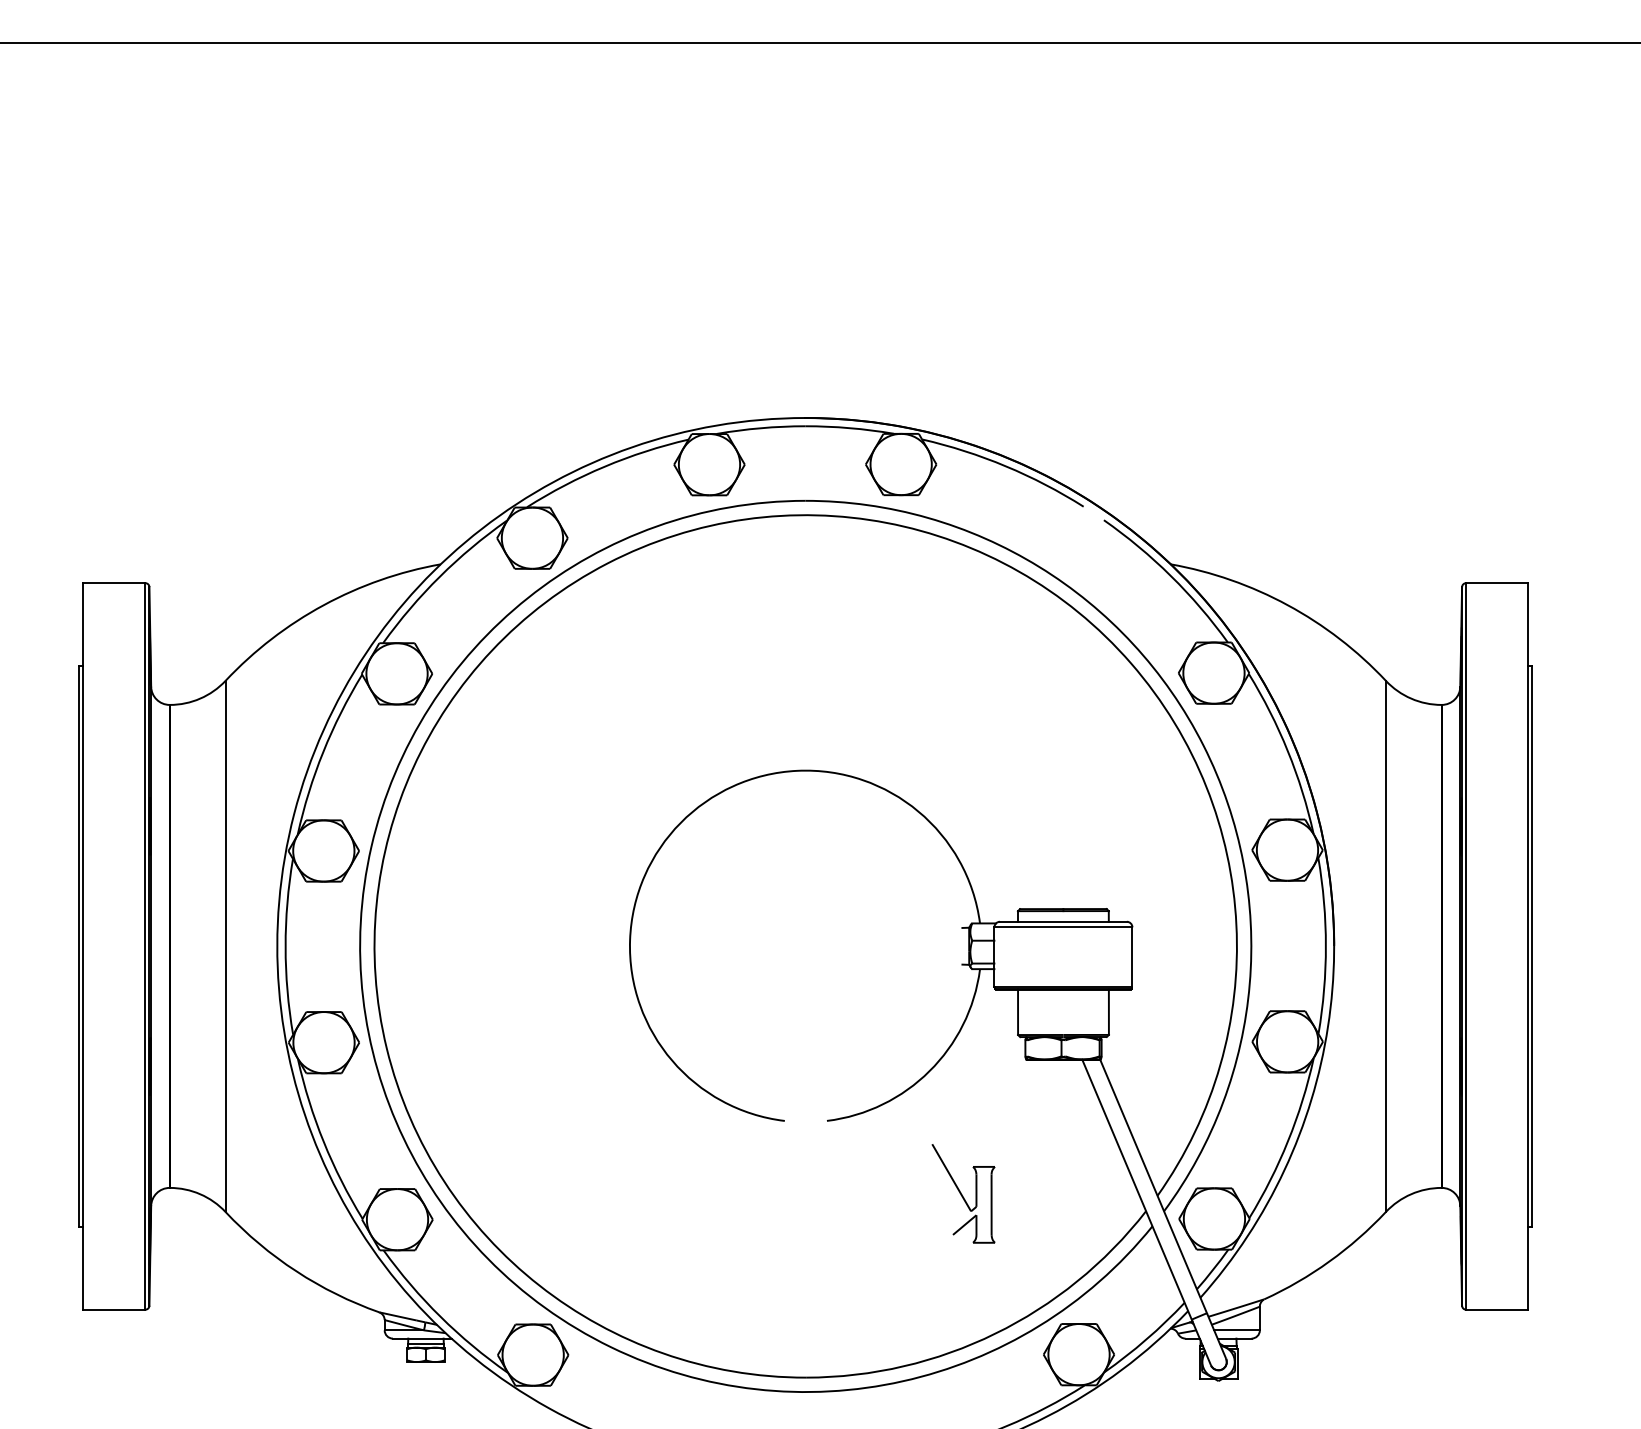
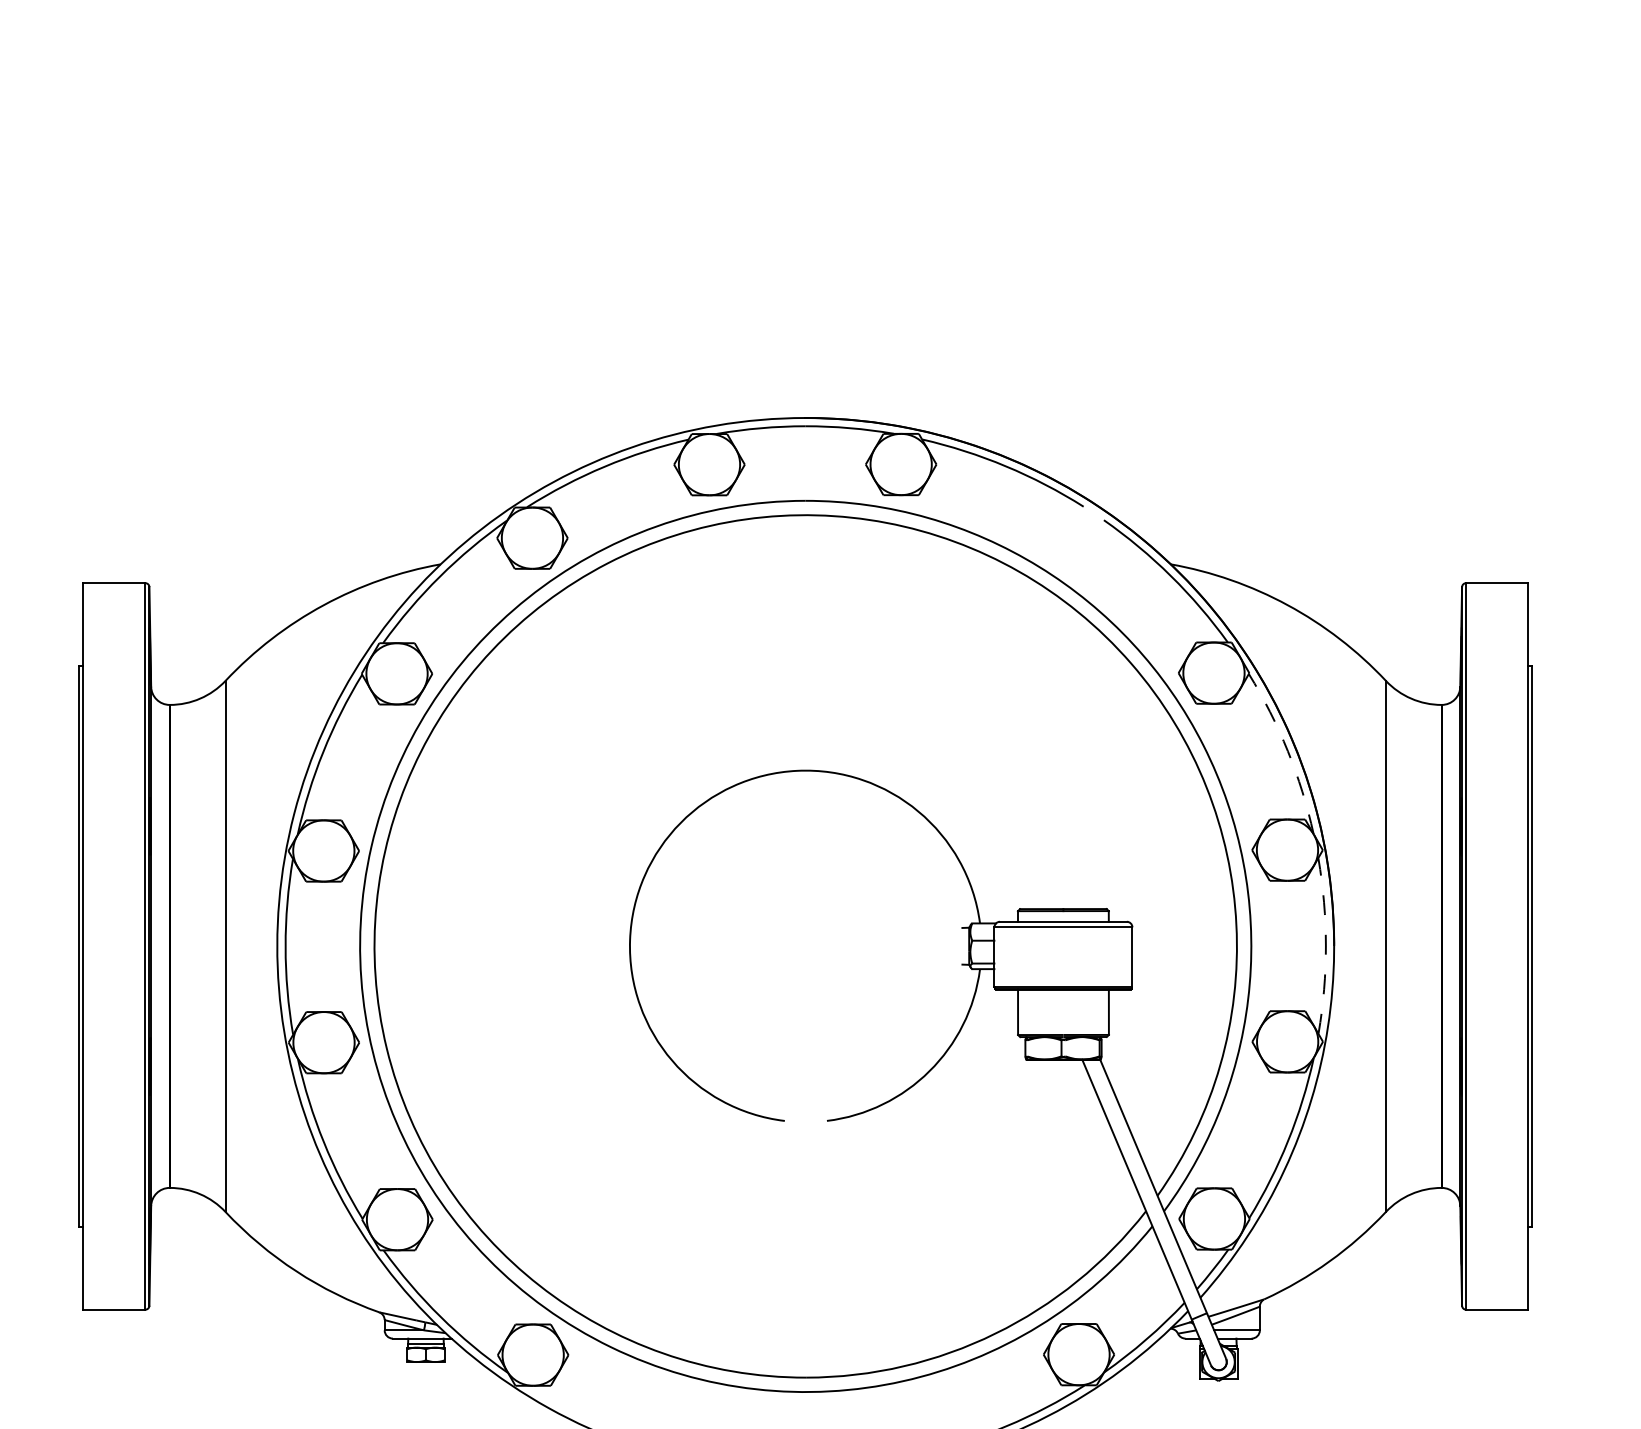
line at (819, 43): present -> none
arc at (1287, 751): solid -> dashed
arc at (1325, 945): solid -> dashed
part at (963, 1193): present -> none
